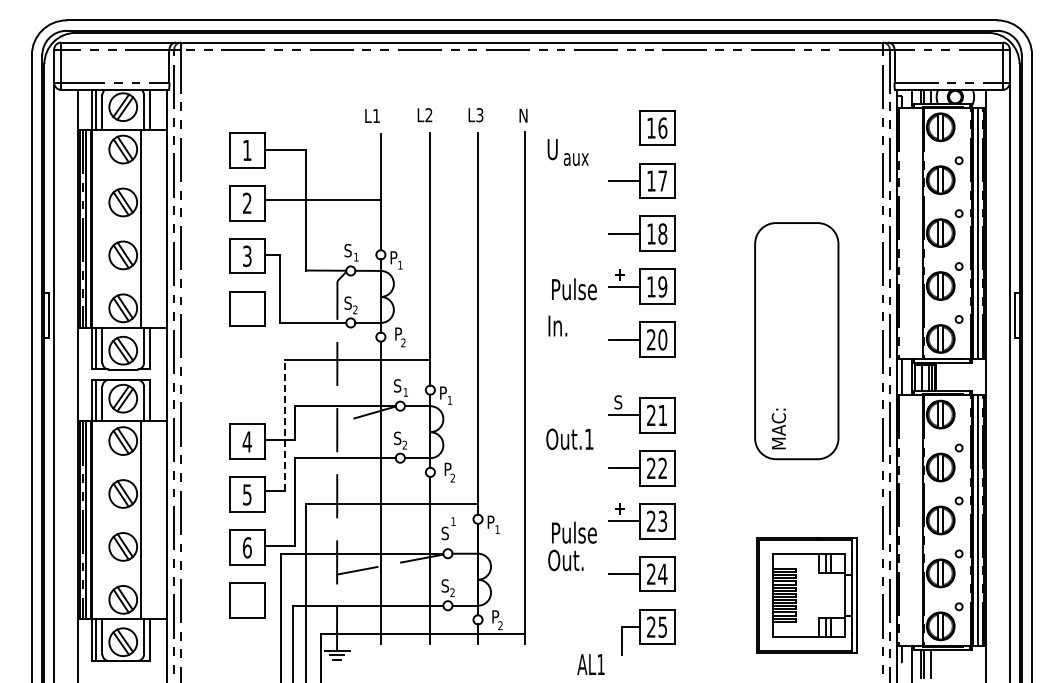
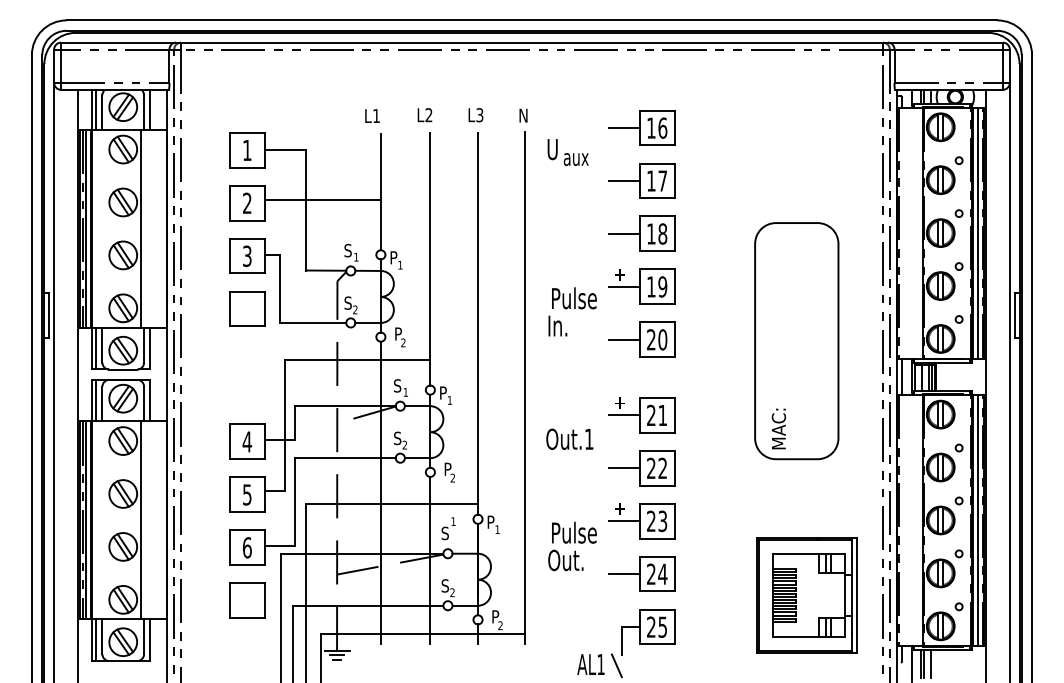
line at (624, 127): none -> present
text at (574, 289) position: (574, 289) -> (574, 298)
text at (619, 402): S -> +
line at (285, 425): dashed -> solid
line at (616, 665): none -> present
